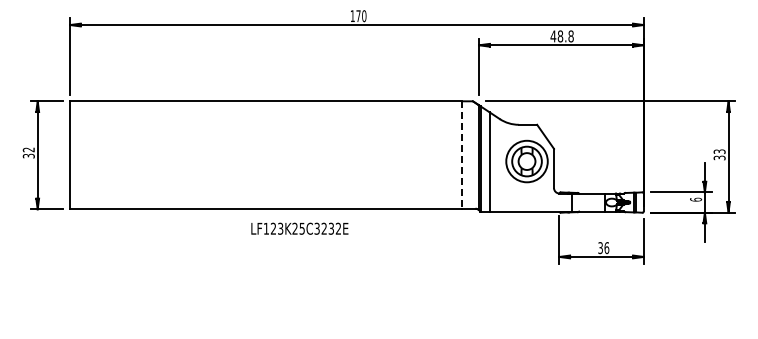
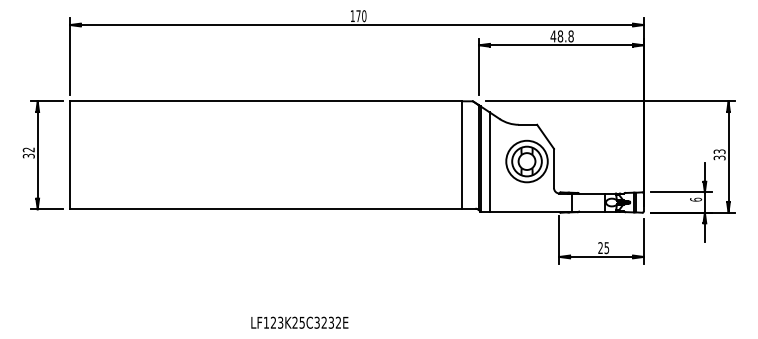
line at (462, 155): dashed -> solid
text at (299, 228) position: (299, 228) -> (299, 322)
text at (603, 248): 36 -> 25
